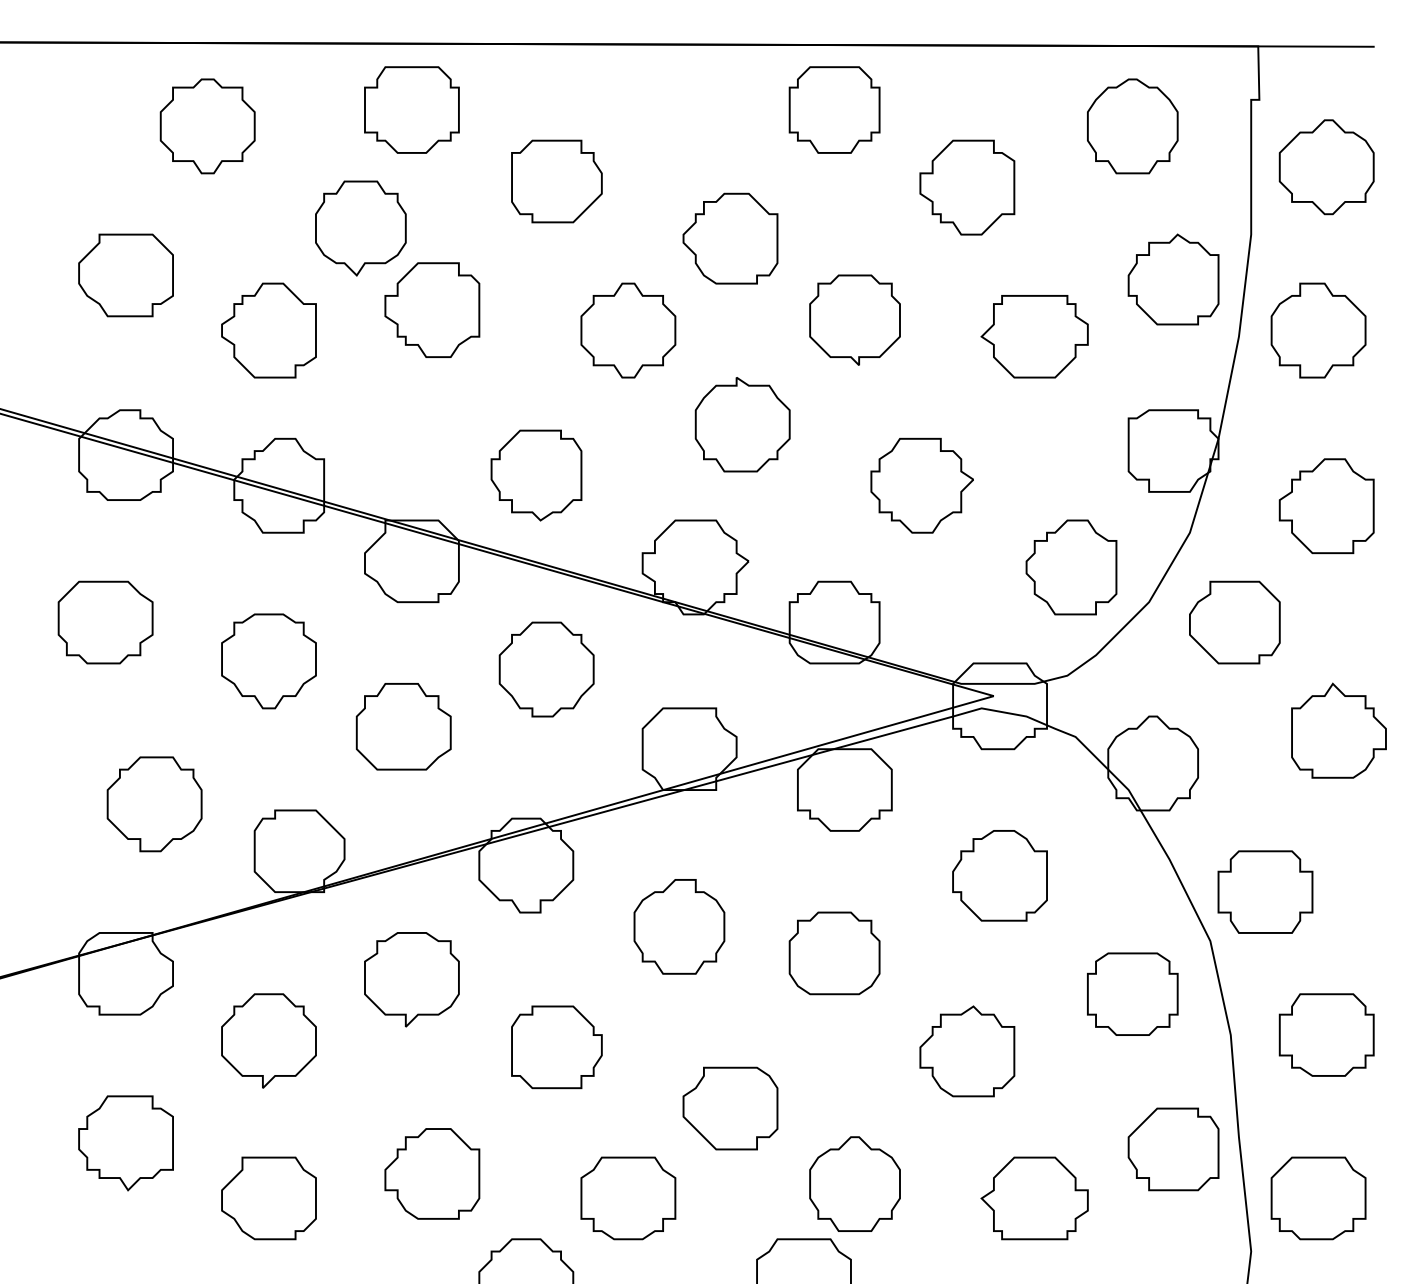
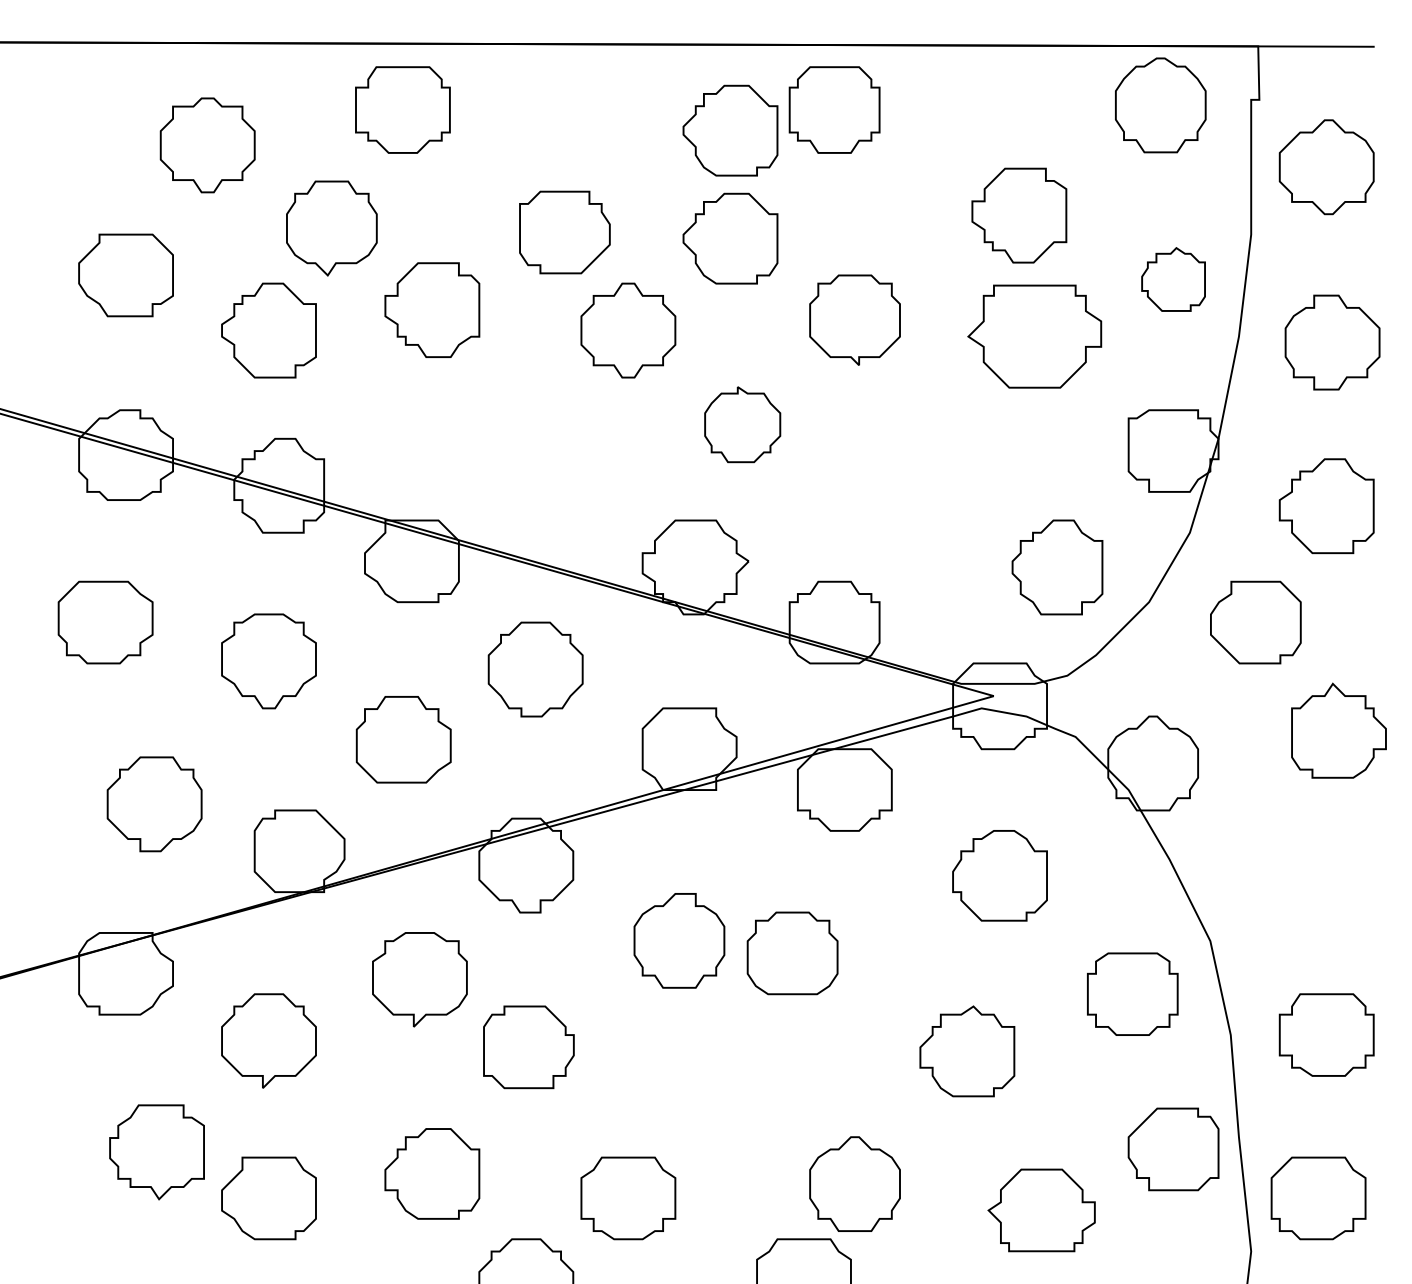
part at (411, 109) position: (411, 109) -> (402, 109)
part at (207, 126) position: (207, 126) -> (207, 145)
part at (1132, 126) position: (1132, 126) -> (1160, 105)
part at (730, 130): none -> present
part at (556, 181) position: (556, 181) -> (564, 232)
part at (967, 187) position: (967, 187) -> (1019, 215)
part at (360, 228) position: (360, 228) -> (331, 228)
part at (1173, 279) size: 93x93 px -> 65x65 px
part at (1318, 330) position: (1318, 330) -> (1332, 342)
part at (1034, 336) size: 109x84 px -> 136x105 px
part at (742, 424) size: 97x96 px -> 78x78 px
part at (536, 475): present -> none
part at (921, 485): present -> none
part at (1071, 567) position: (1071, 567) -> (1057, 567)
part at (1234, 622) position: (1234, 622) -> (1255, 622)
part at (546, 669) position: (546, 669) -> (535, 669)
part at (403, 726) position: (403, 726) -> (403, 739)
part at (1265, 891): present -> none
part at (679, 926) position: (679, 926) -> (679, 940)
part at (834, 953) position: (834, 953) -> (792, 953)
part at (411, 979) position: (411, 979) -> (419, 979)
part at (556, 1047) position: (556, 1047) -> (528, 1047)
part at (730, 1108): present -> none
part at (125, 1143) position: (125, 1143) -> (156, 1152)
part at (1034, 1198) position: (1034, 1198) -> (1041, 1210)
